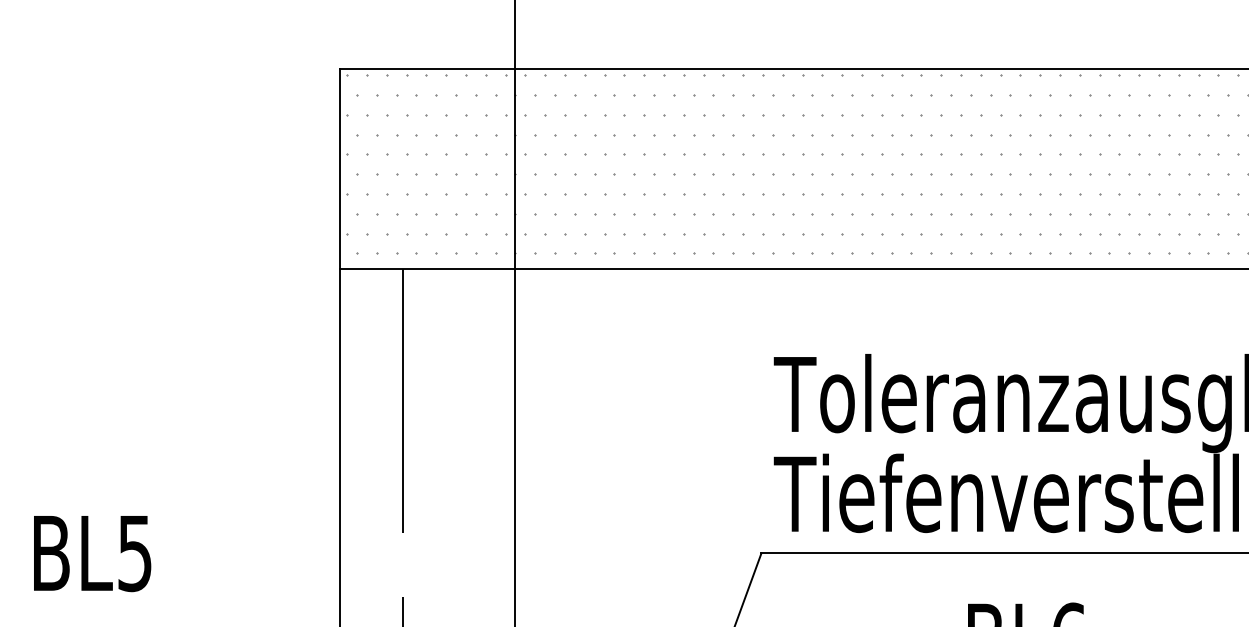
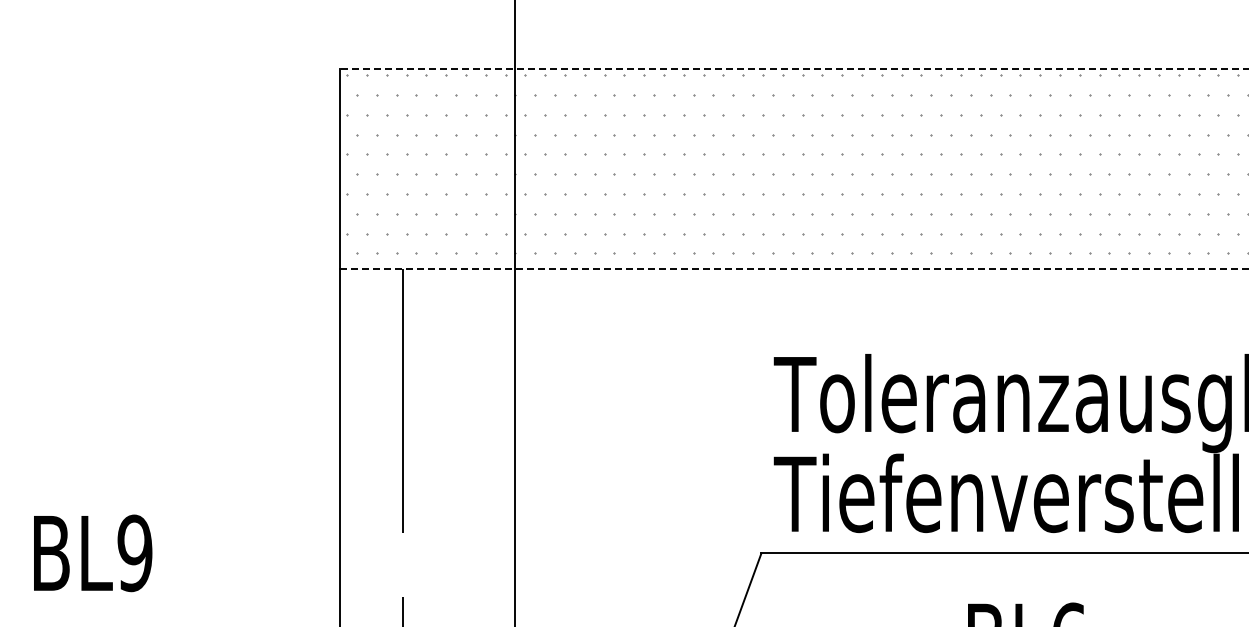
line at (793, 69): solid -> dashed
line at (793, 268): solid -> dashed
text at (134, 552): BL5 -> BL9
